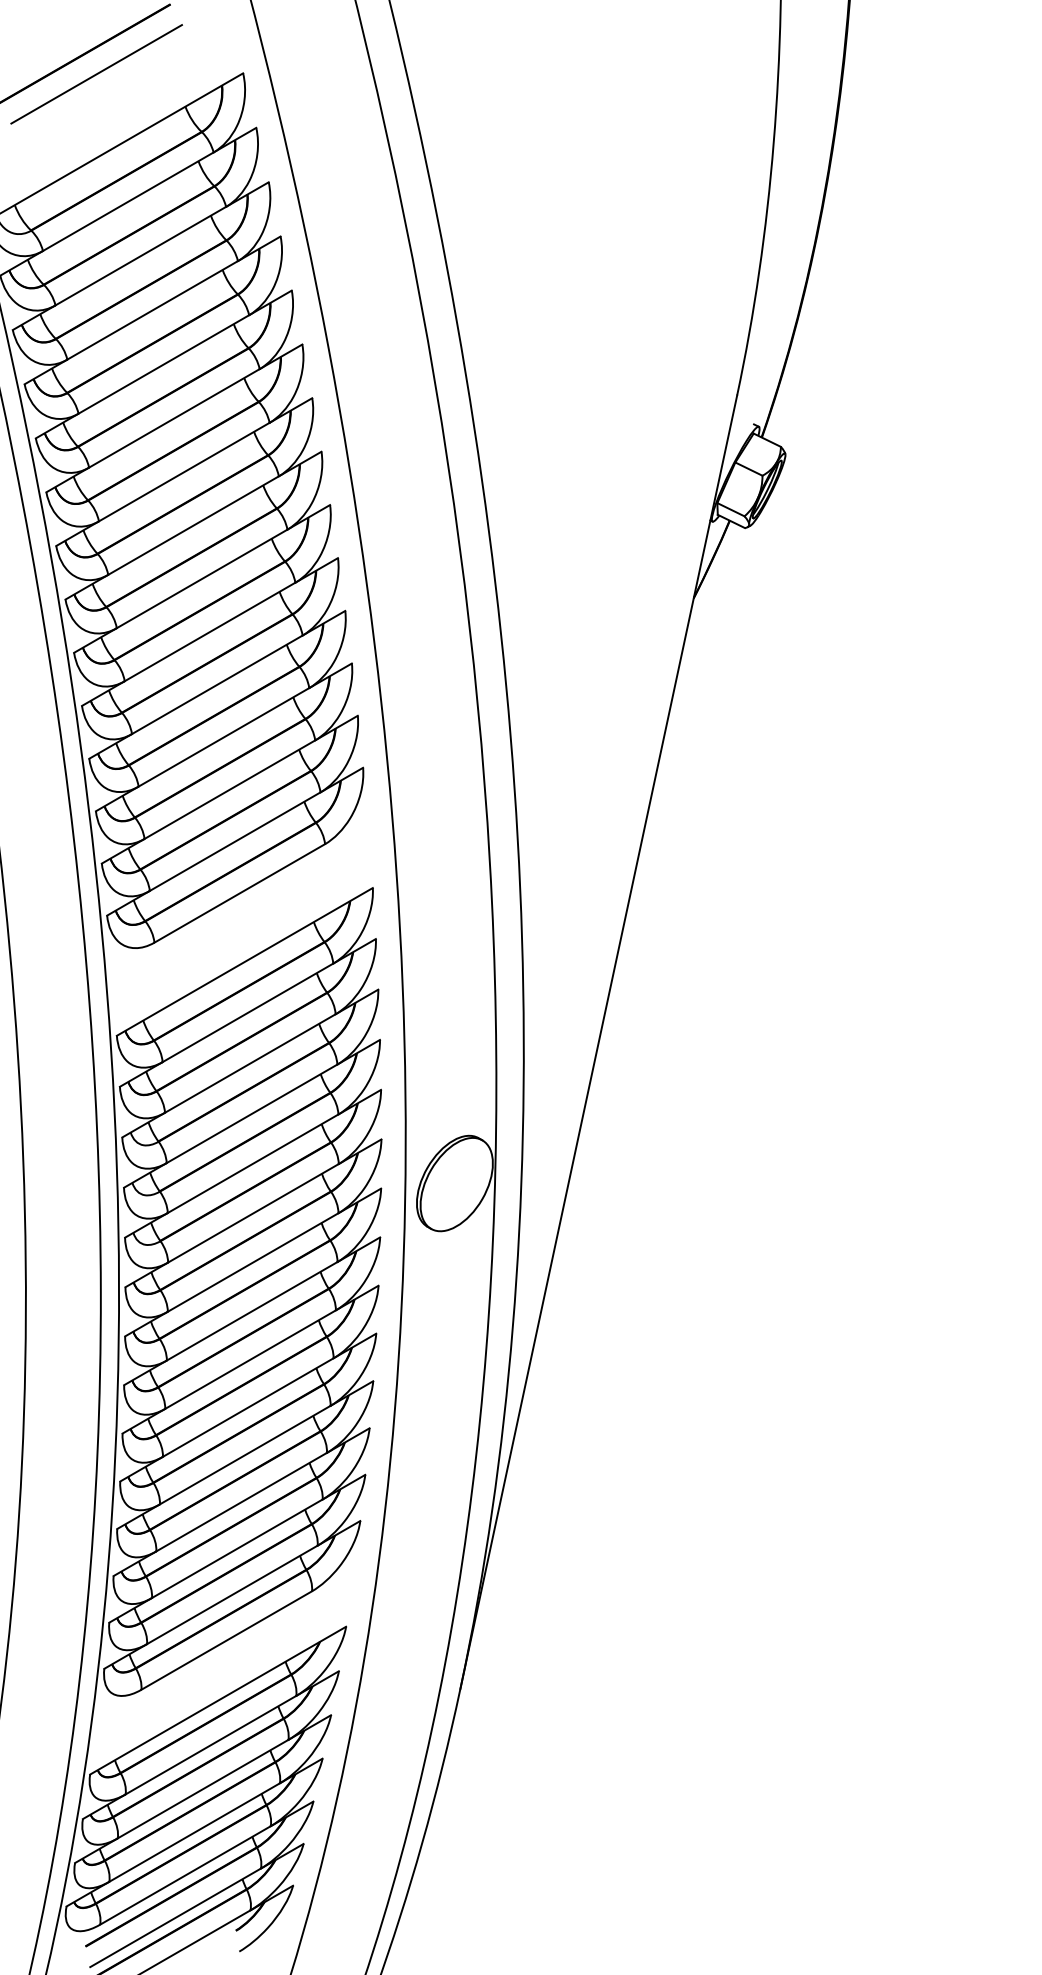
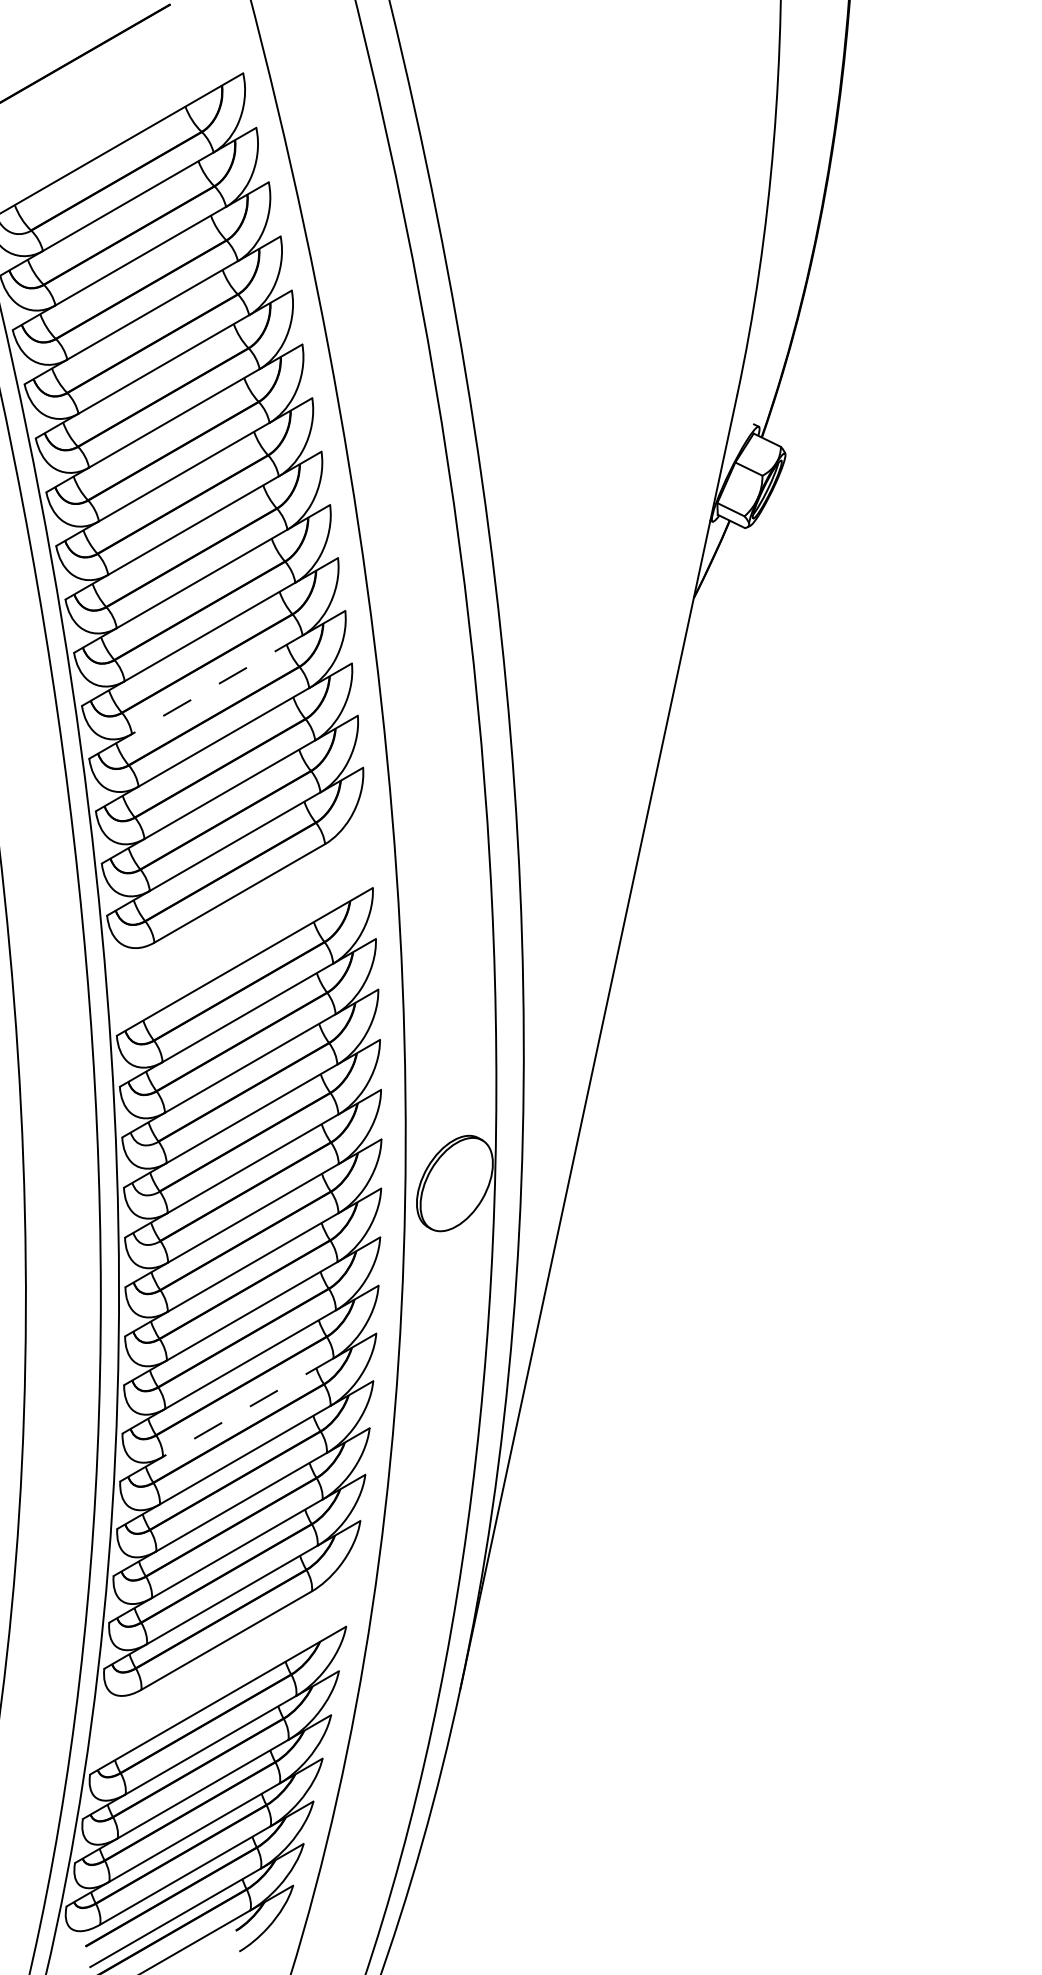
line at (96, 74): present -> none
line at (217, 684): solid -> dashed
line at (248, 1407): solid -> dashed
